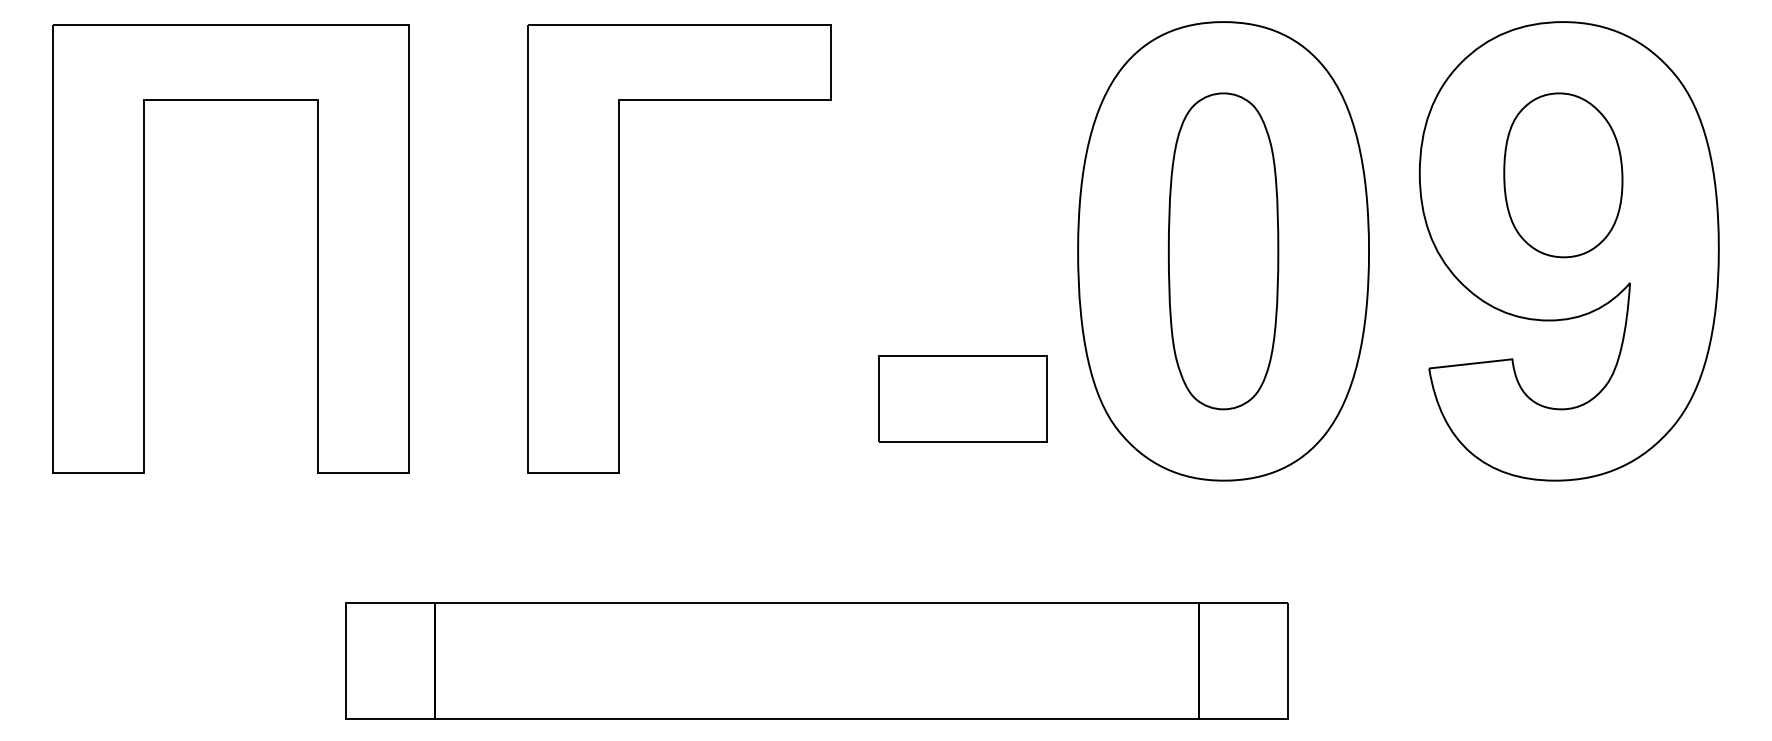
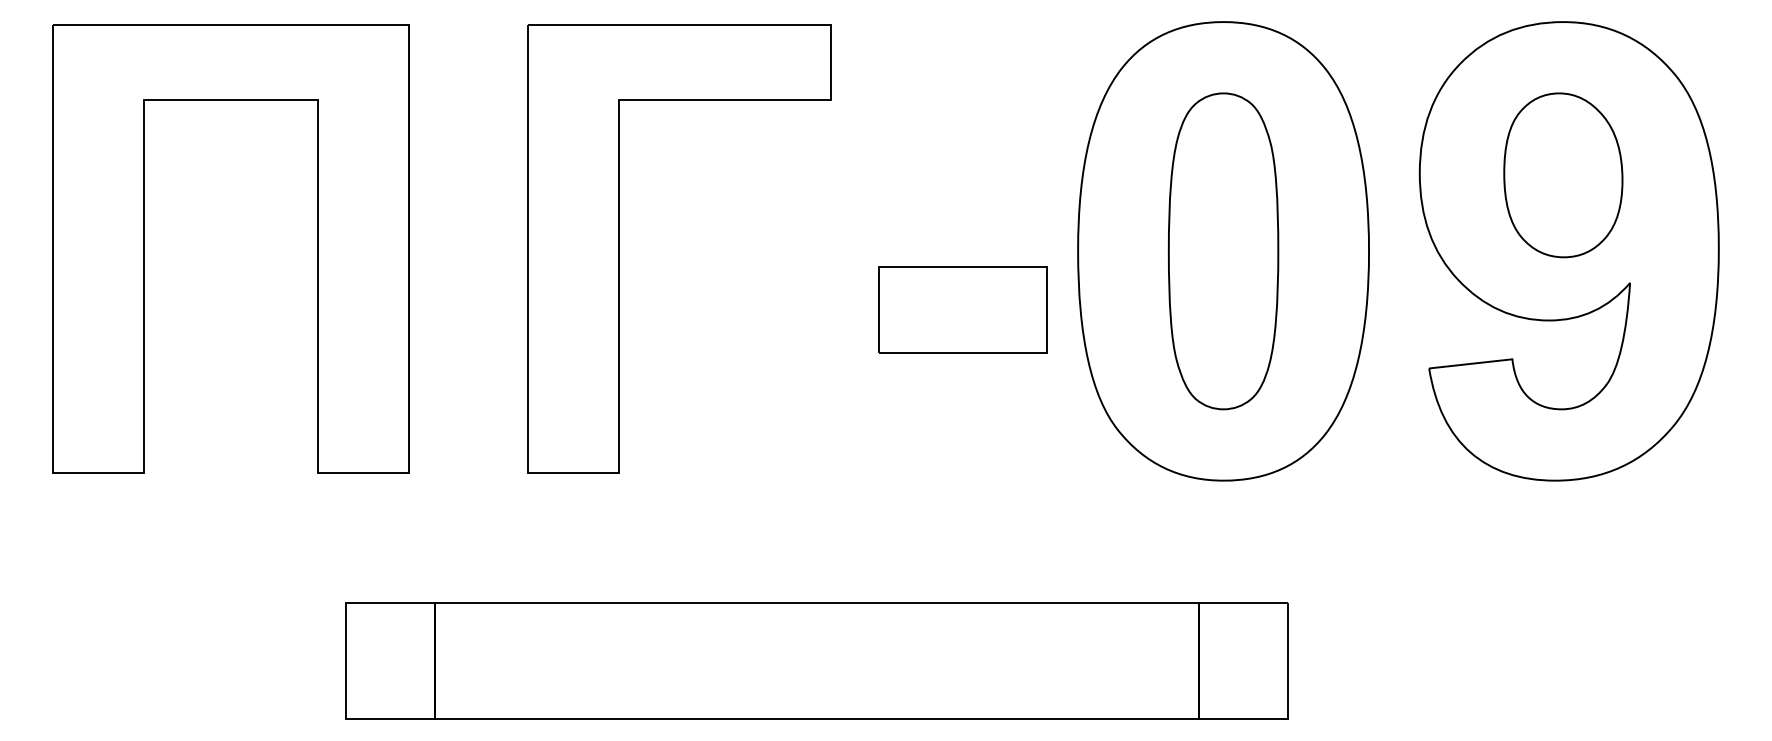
part at (962, 398) position: (962, 398) -> (962, 309)
